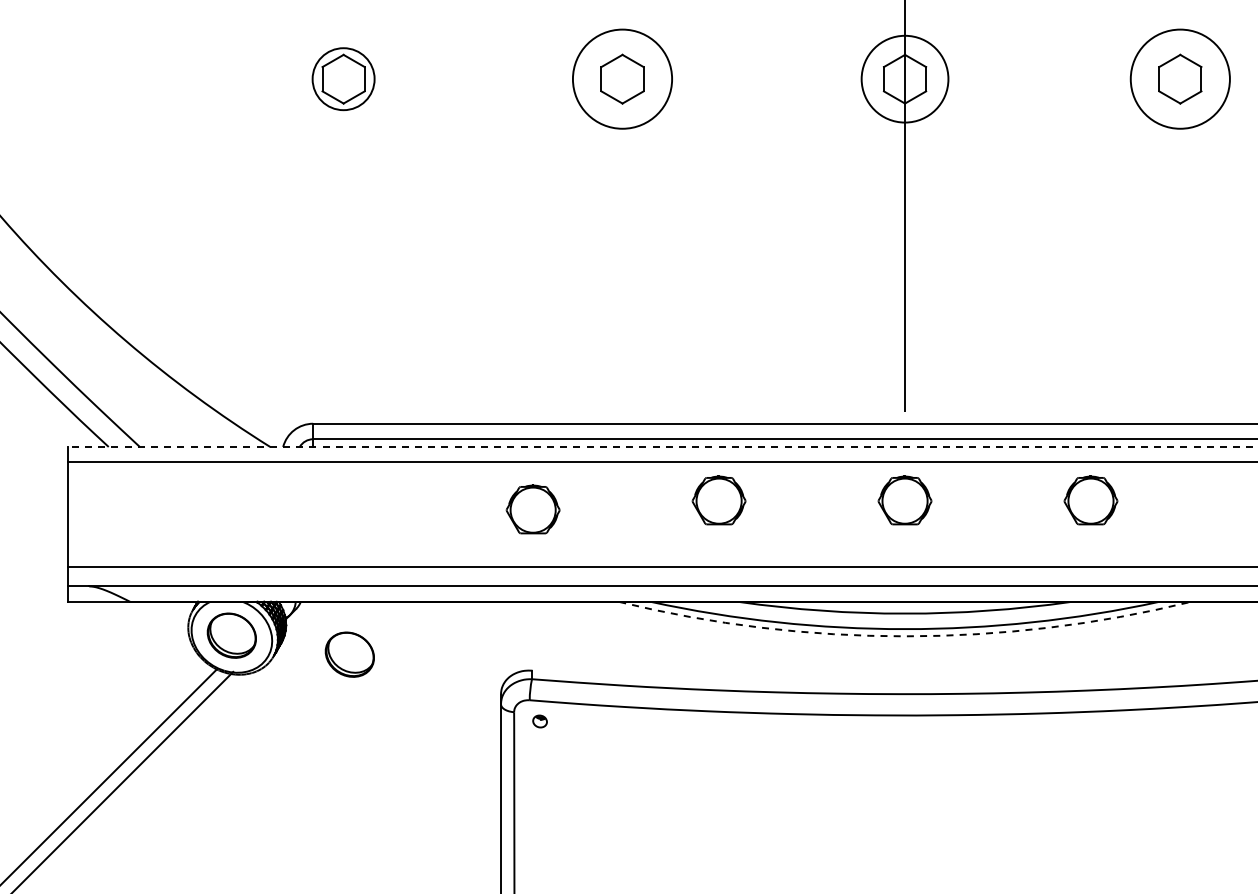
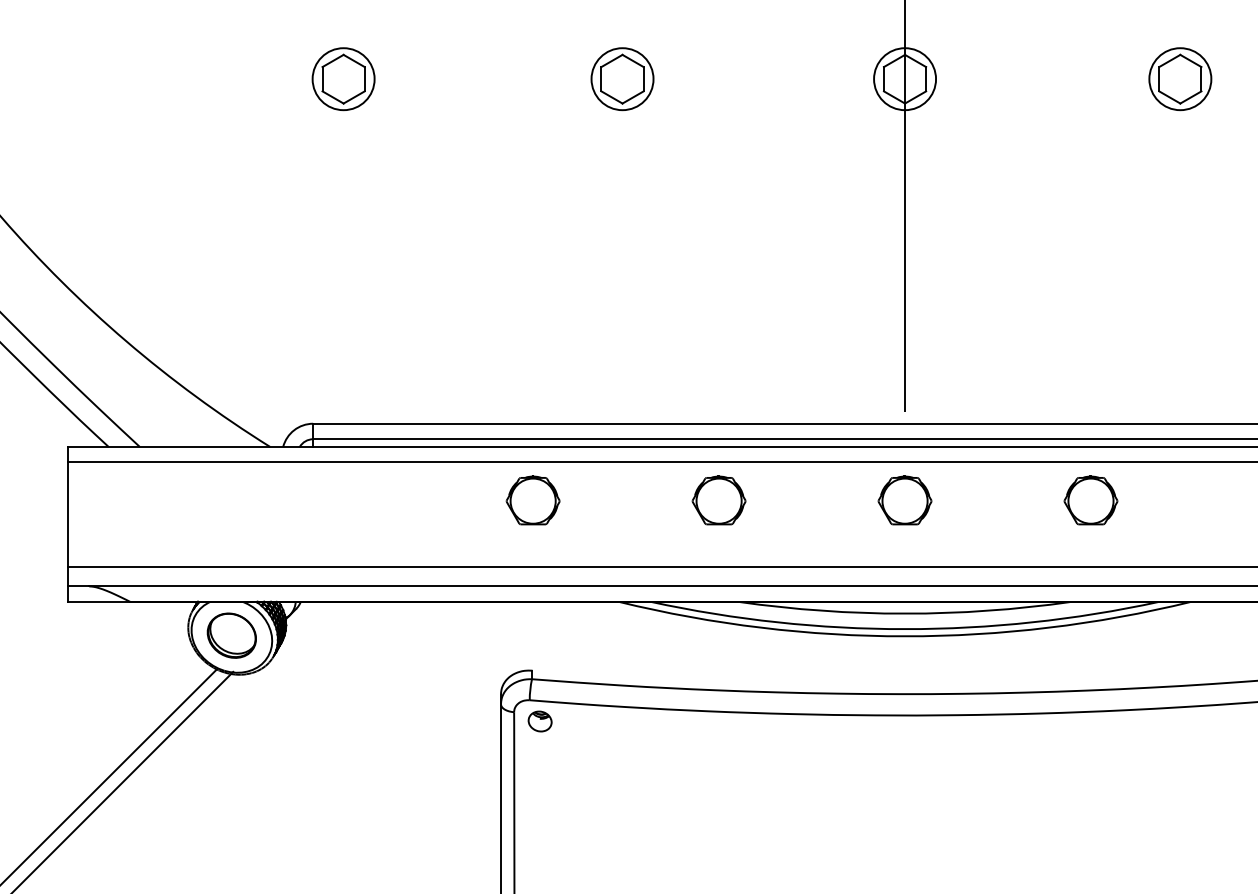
circle at (622, 78) diameter: 99 px -> 62 px
circle at (904, 78) diameter: 87 px -> 62 px
circle at (1179, 78) diameter: 99 px -> 62 px
line at (663, 446): dashed -> solid
part at (532, 509) position: (532, 509) -> (532, 500)
arc at (905, 636): dashed -> solid
part at (349, 654): present -> none
part at (539, 721) size: 16x15 px -> 26x23 px
